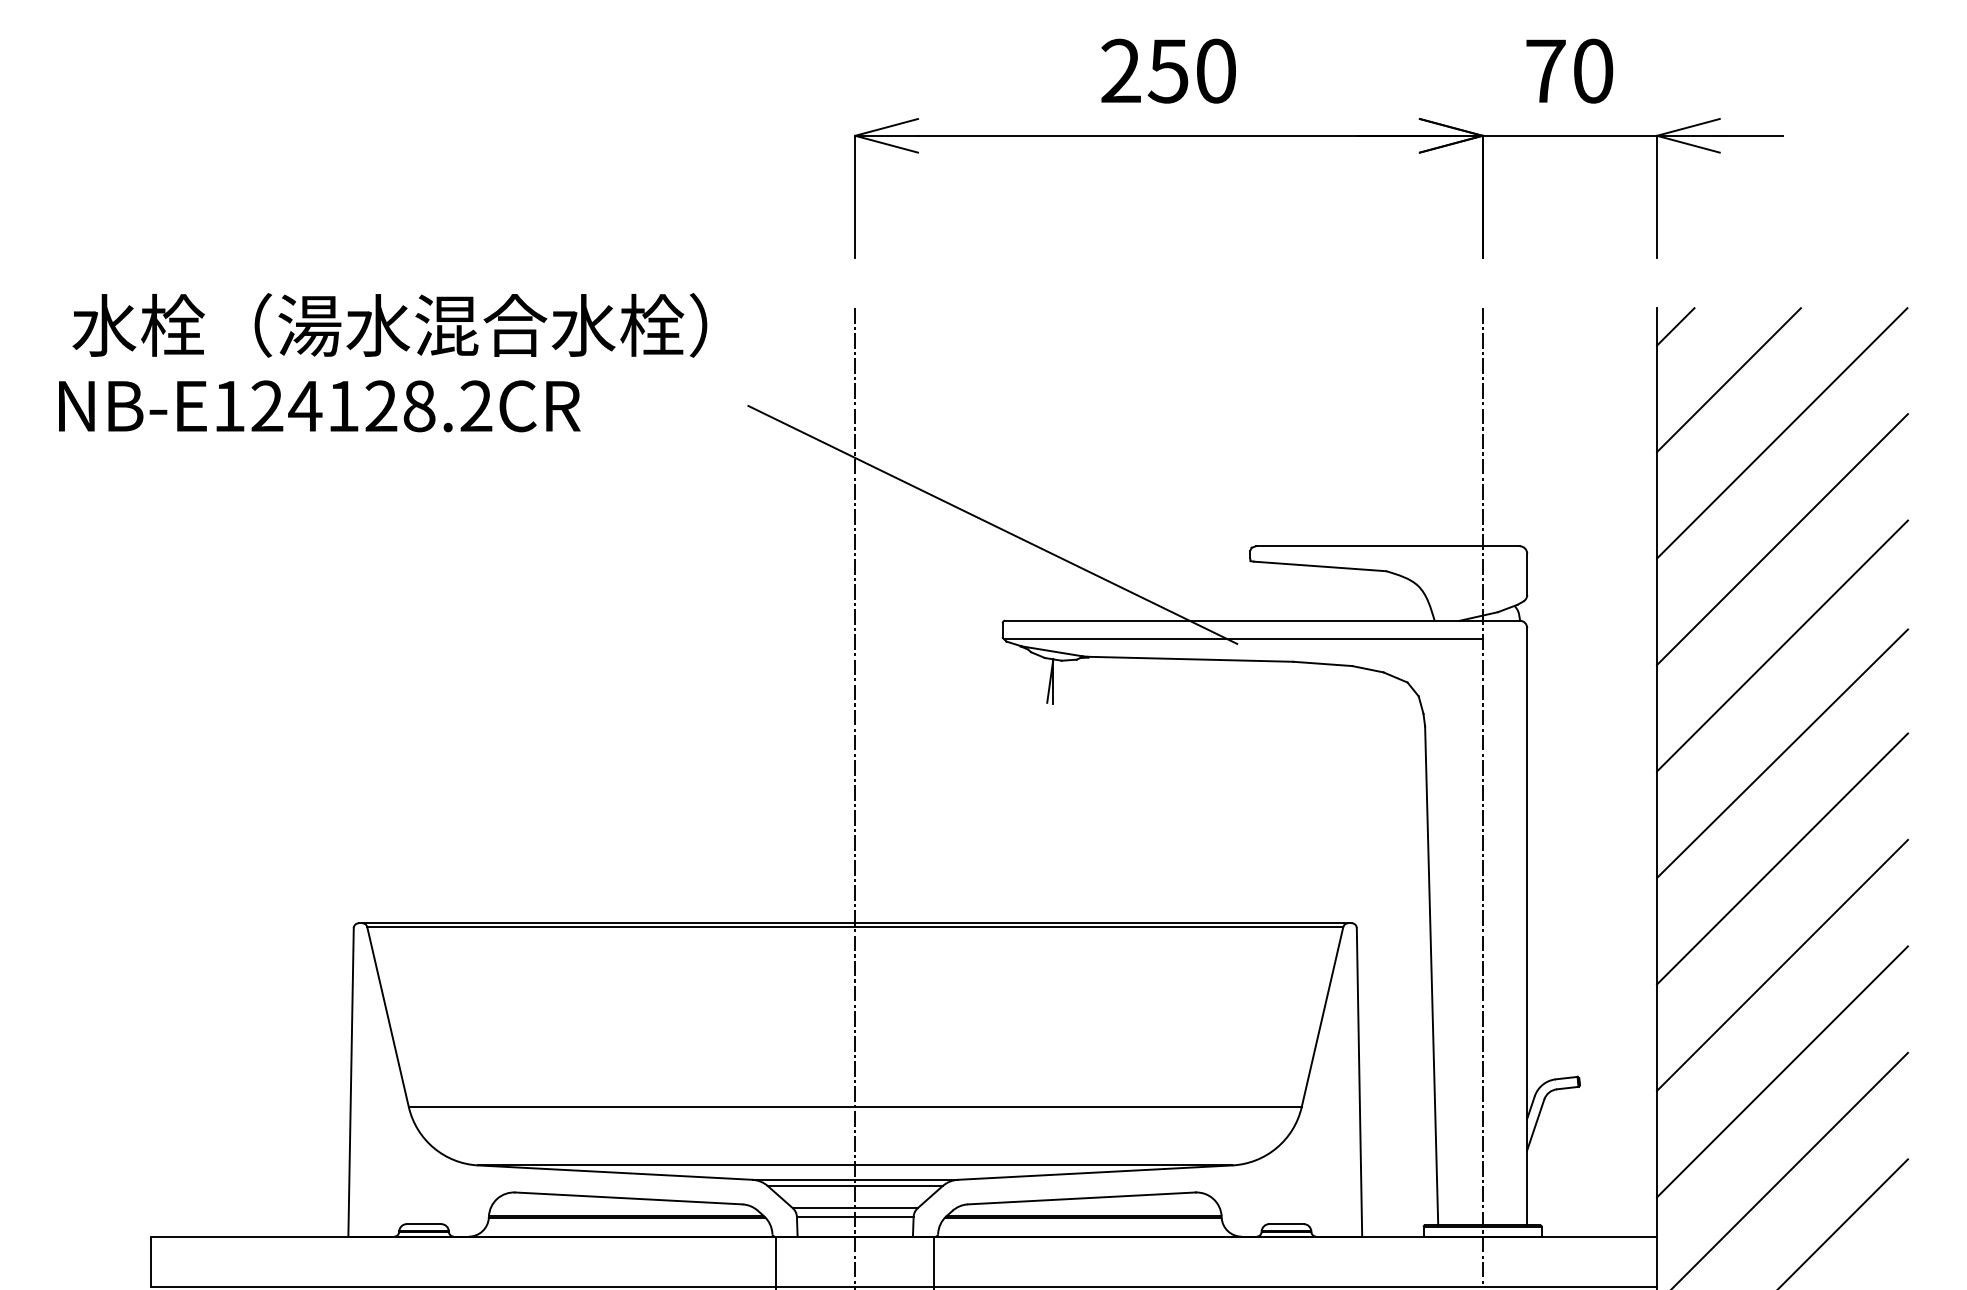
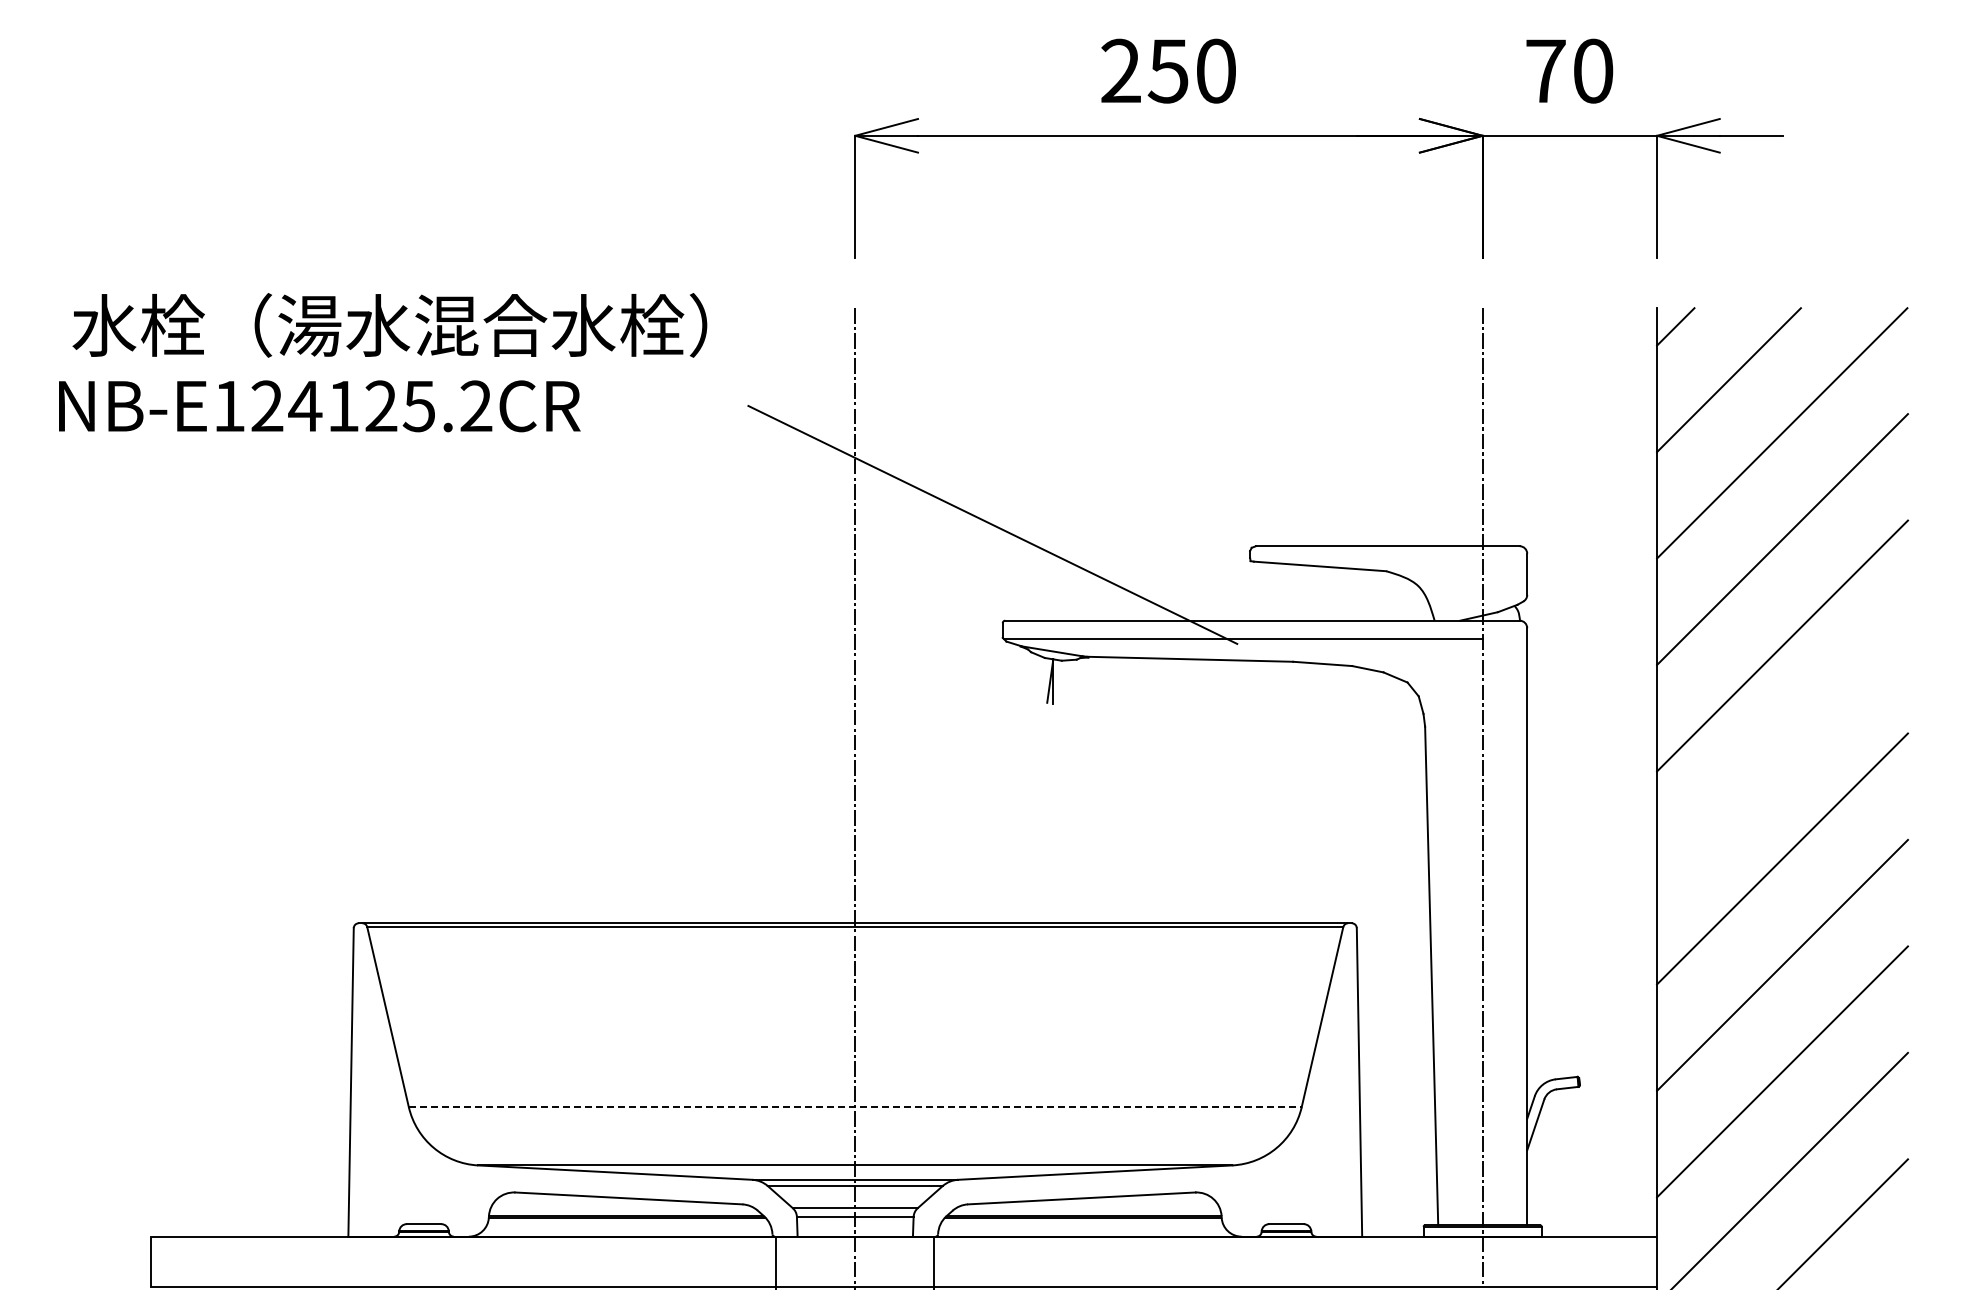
text at (418, 406): NB-E124128.2CR -> NB-E124125.2CR
line at (1782, 753): present -> none
line at (855, 1107): solid -> dashed
